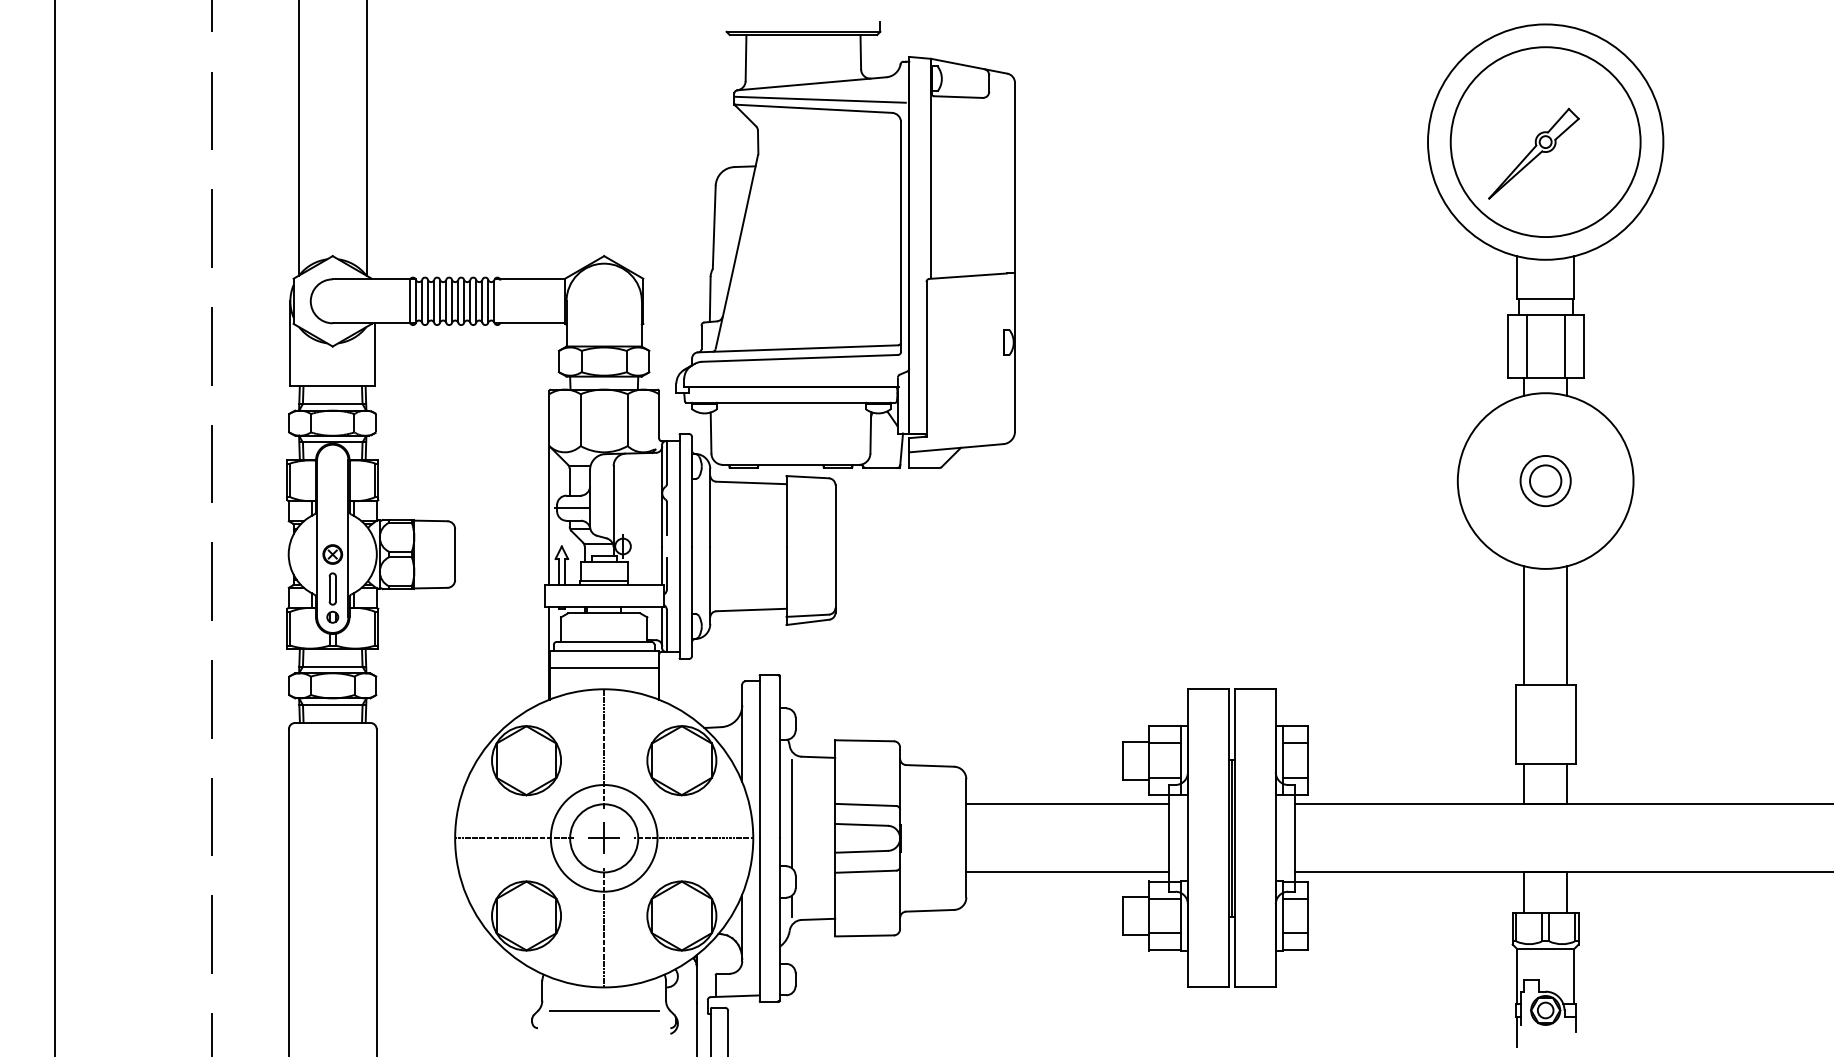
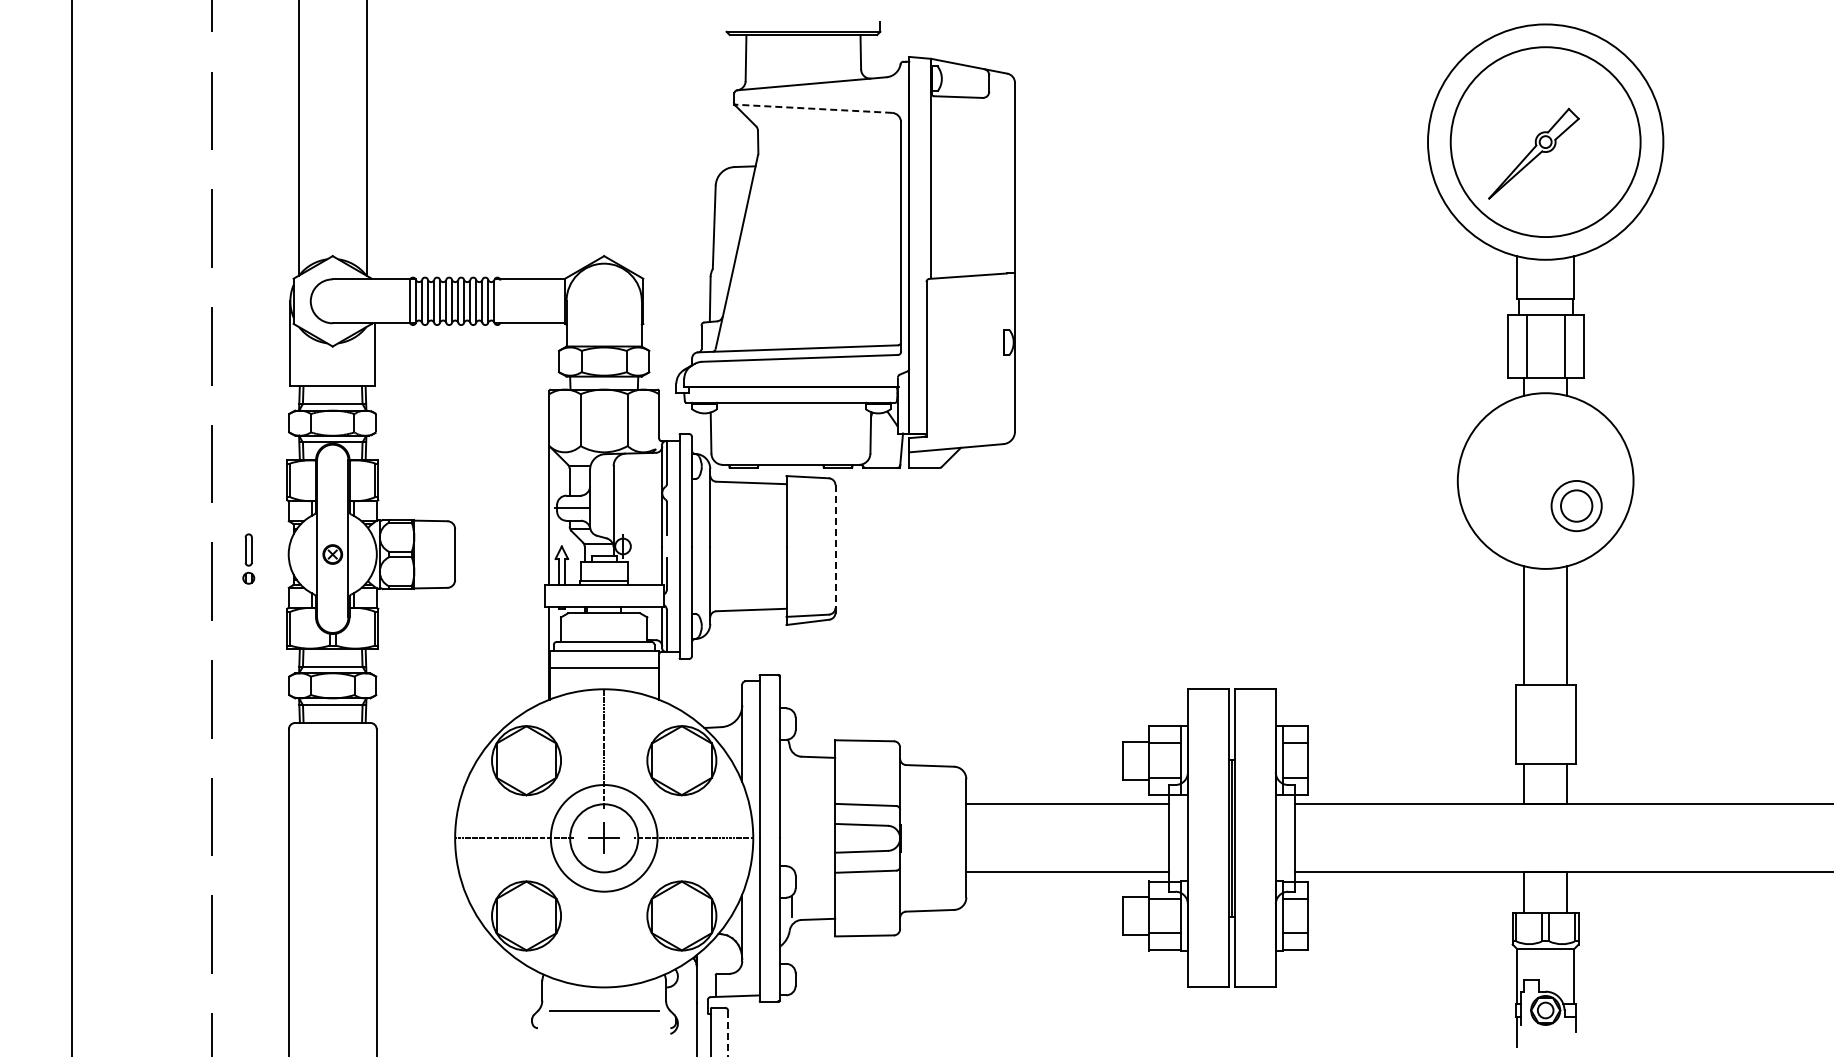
line at (819, 99): present -> none
line at (813, 108): solid -> dashed
part at (1545, 481) position: (1545, 481) -> (1576, 506)
line at (55, 527) position: (55, 527) -> (72, 527)
line at (835, 546): solid -> dashed
part at (332, 597) position: (332, 597) -> (248, 558)
line at (792, 813): present -> none
line at (604, 927): present -> none
line at (728, 1033): solid -> dashed
